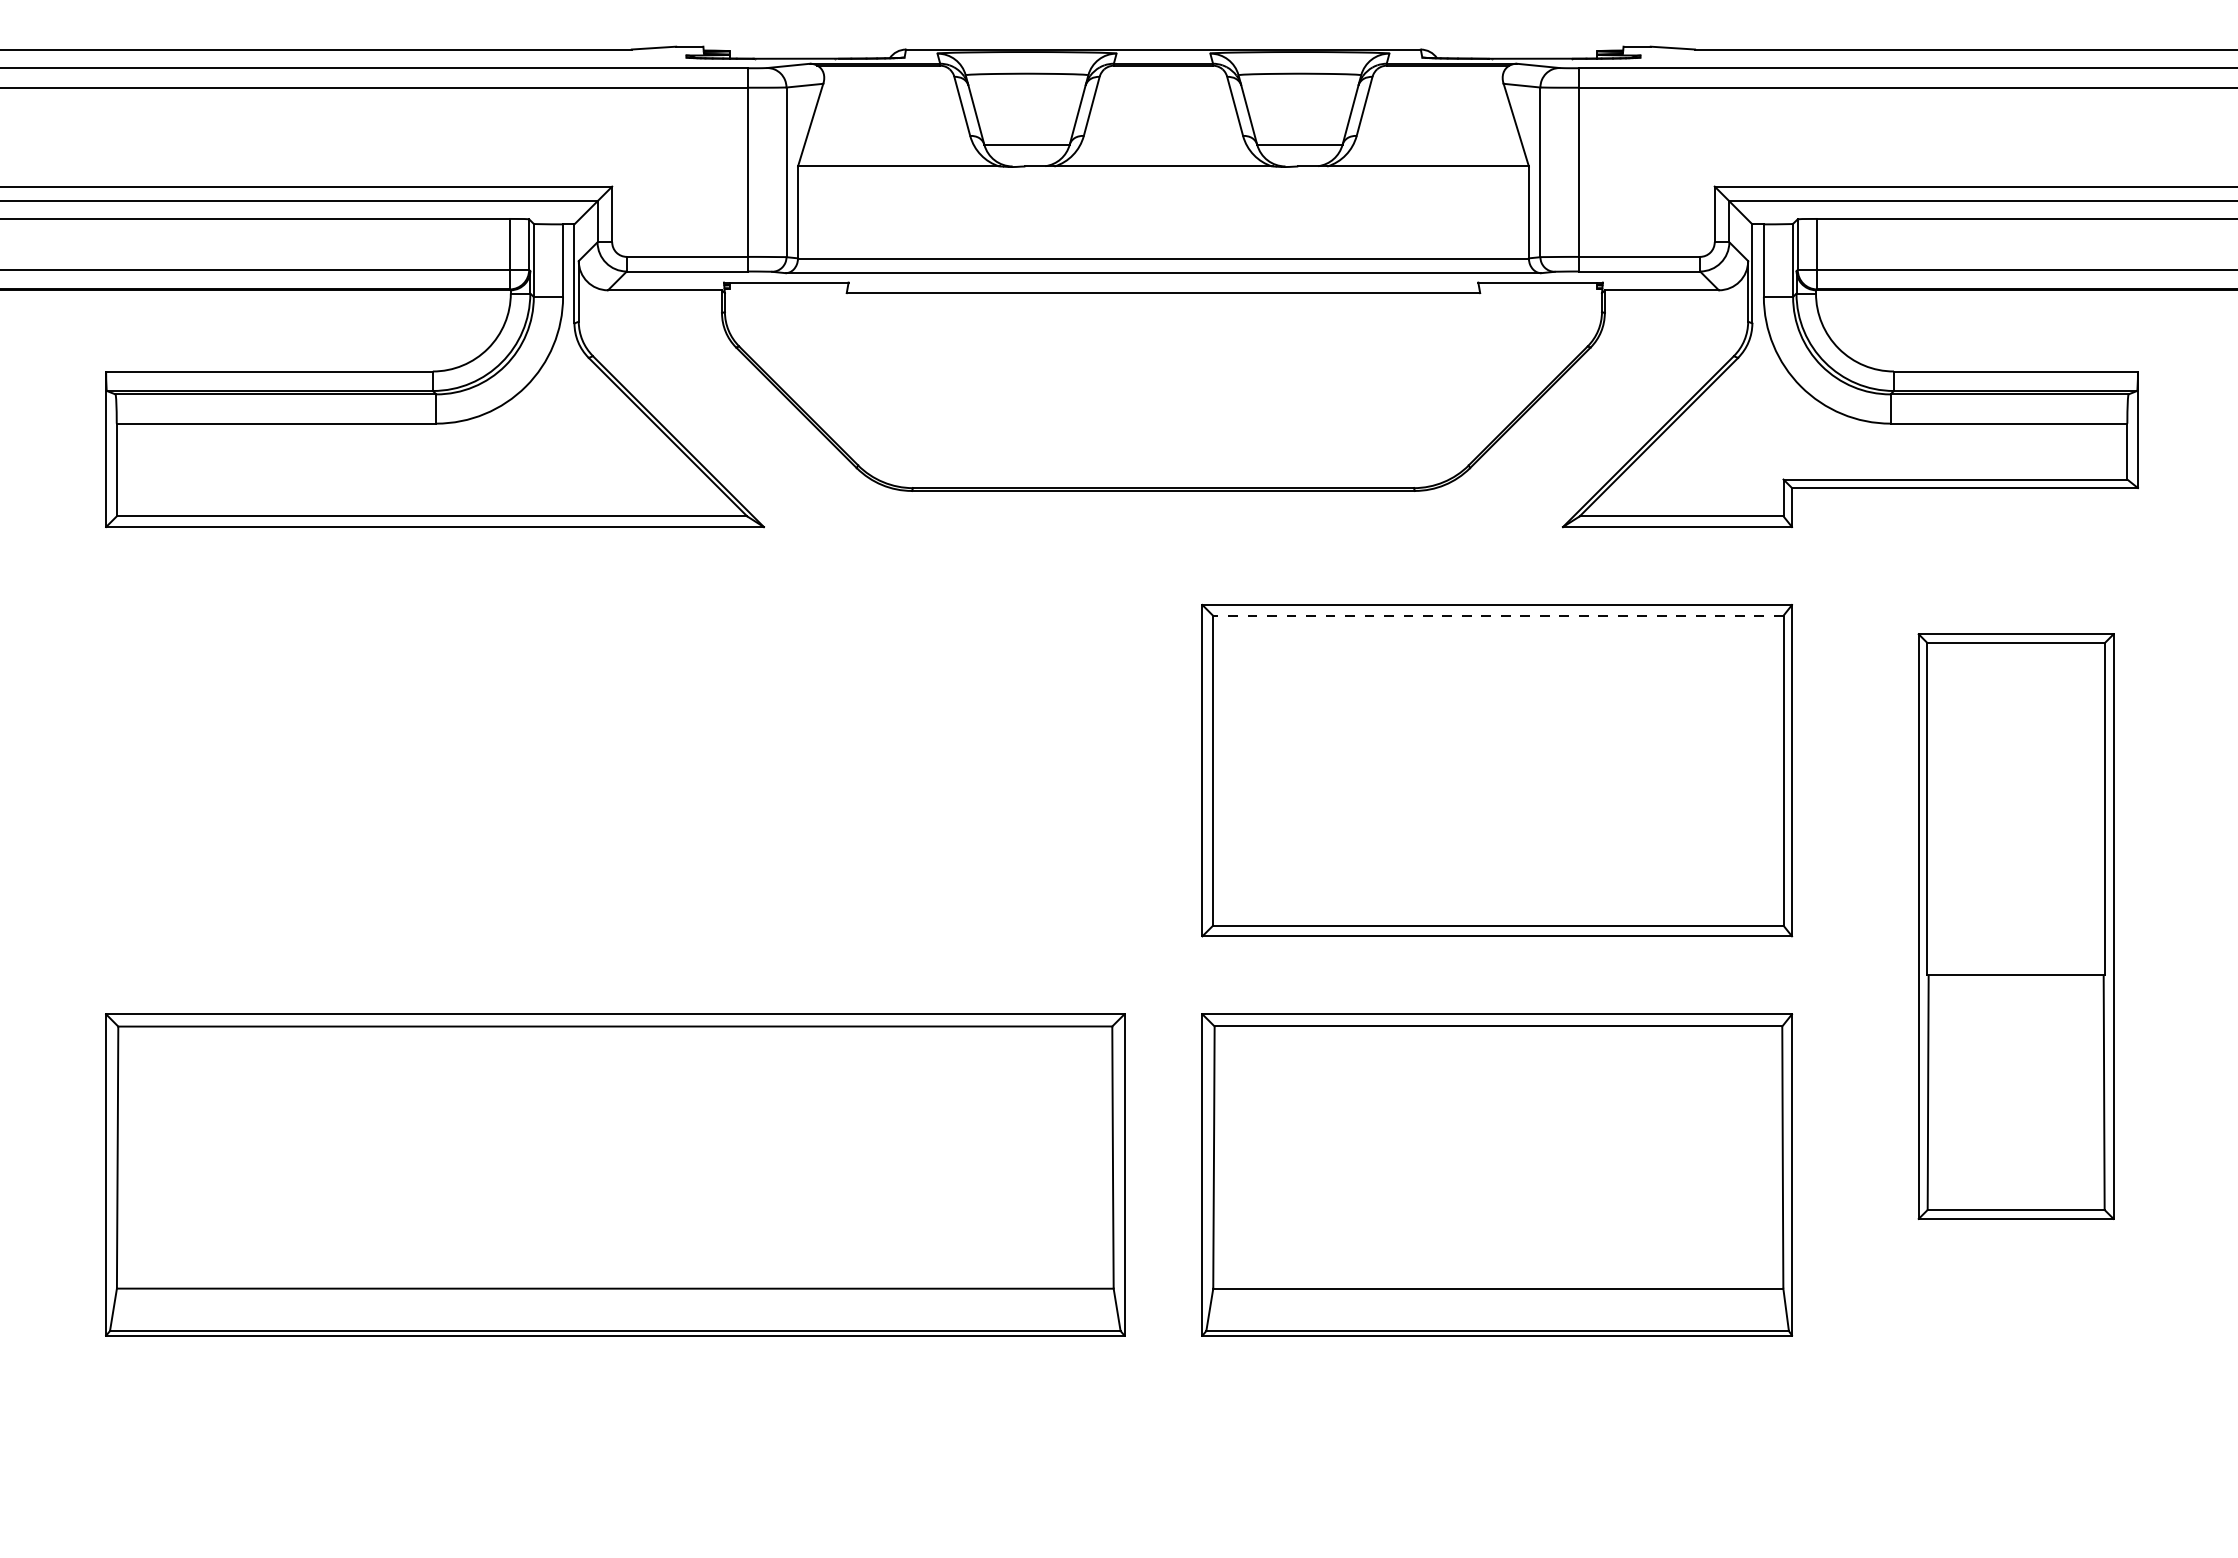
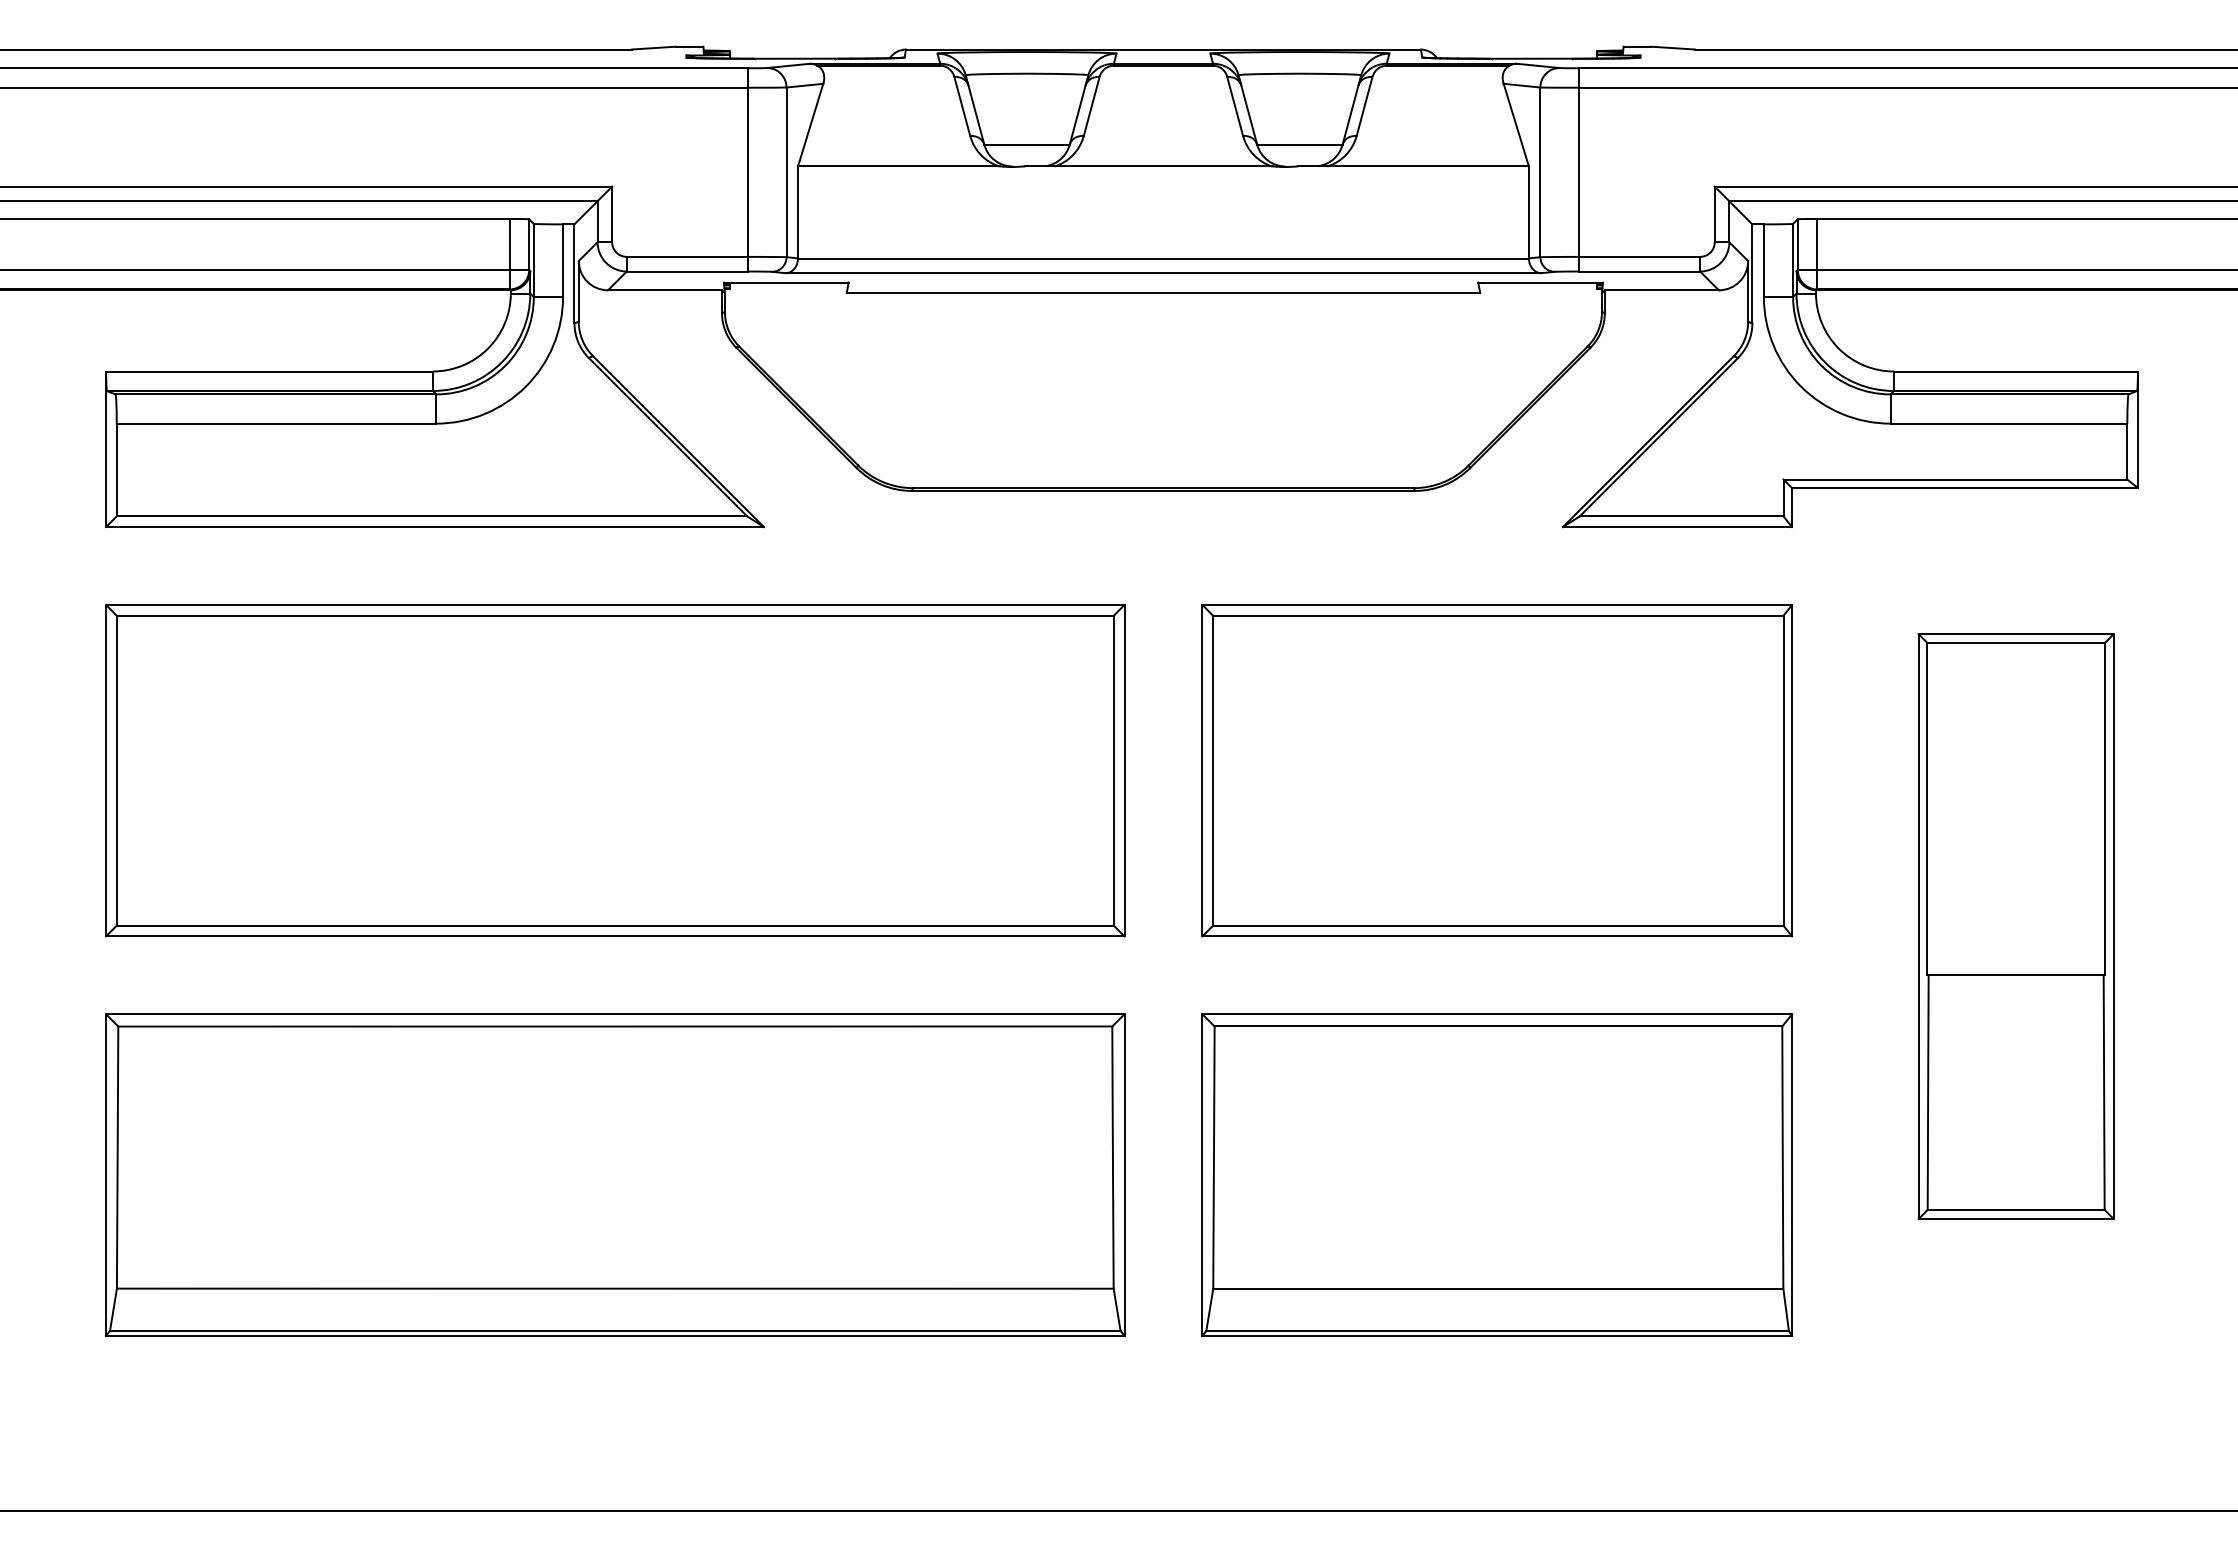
line at (1497, 615): dashed -> solid
part at (615, 770): none -> present
line at (1118, 1511): none -> present
